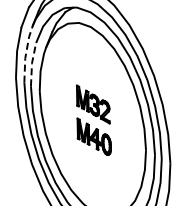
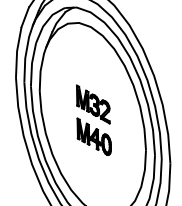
line at (26, 53): dashed -> solid
line at (31, 64): dashed -> solid
